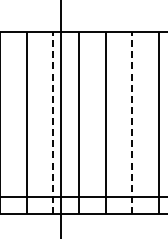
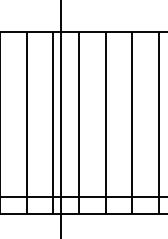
line at (52, 122): dashed -> solid
line at (132, 122): dashed -> solid
